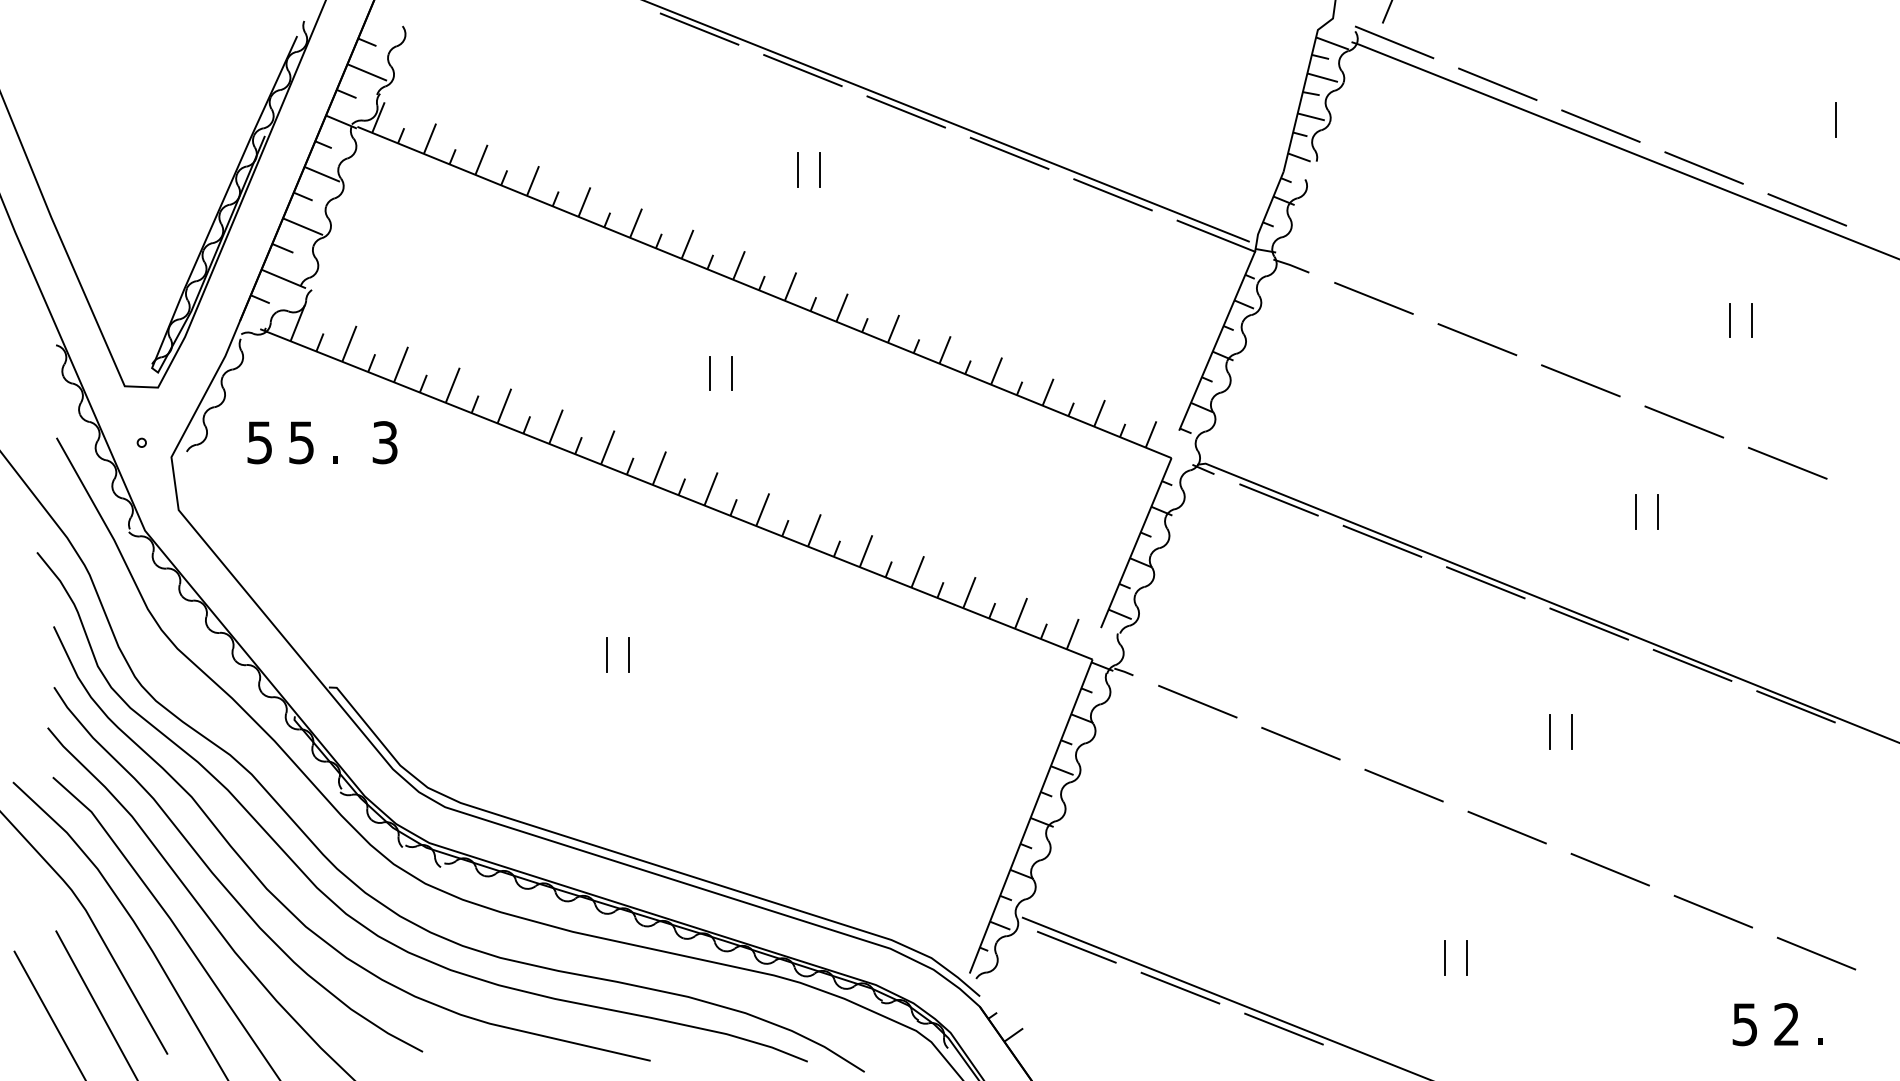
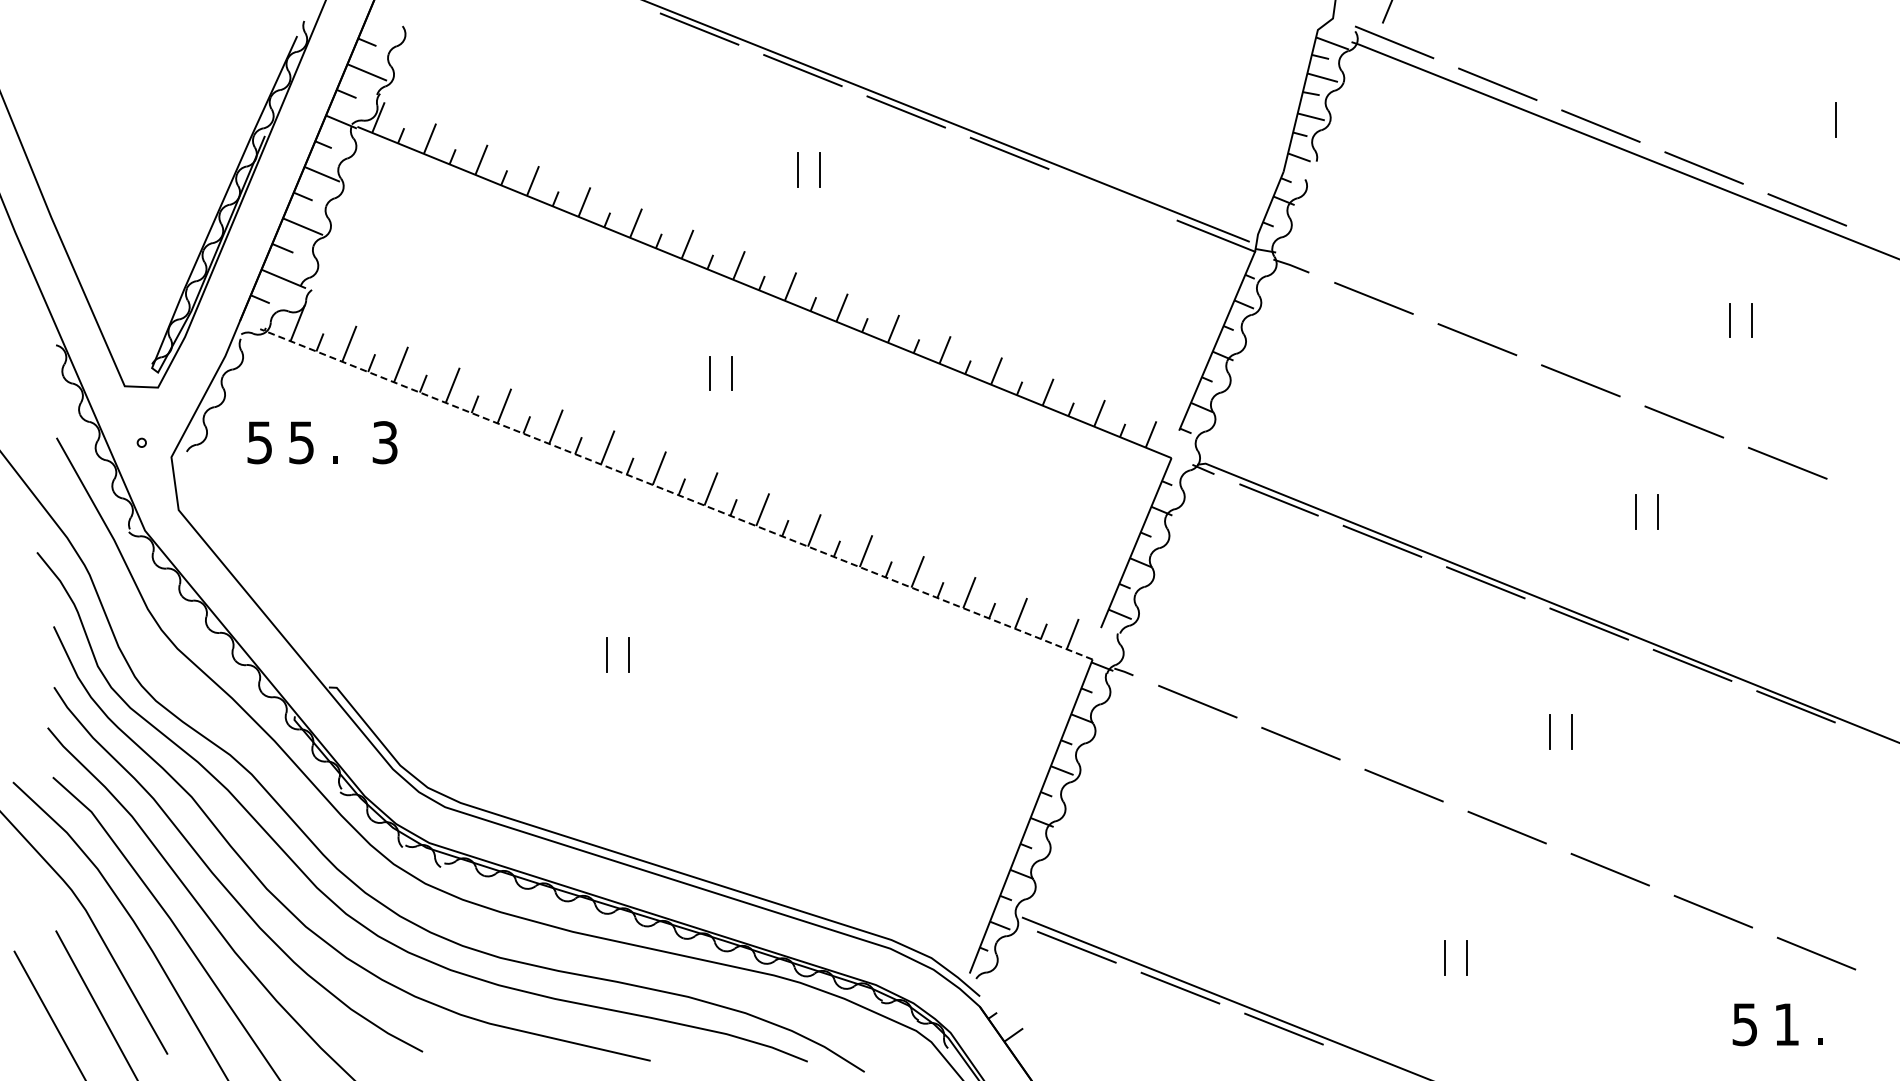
line at (1112, 194): present -> none
line at (676, 494): solid -> dashed
text at (1786, 1024): 2 -> 1
